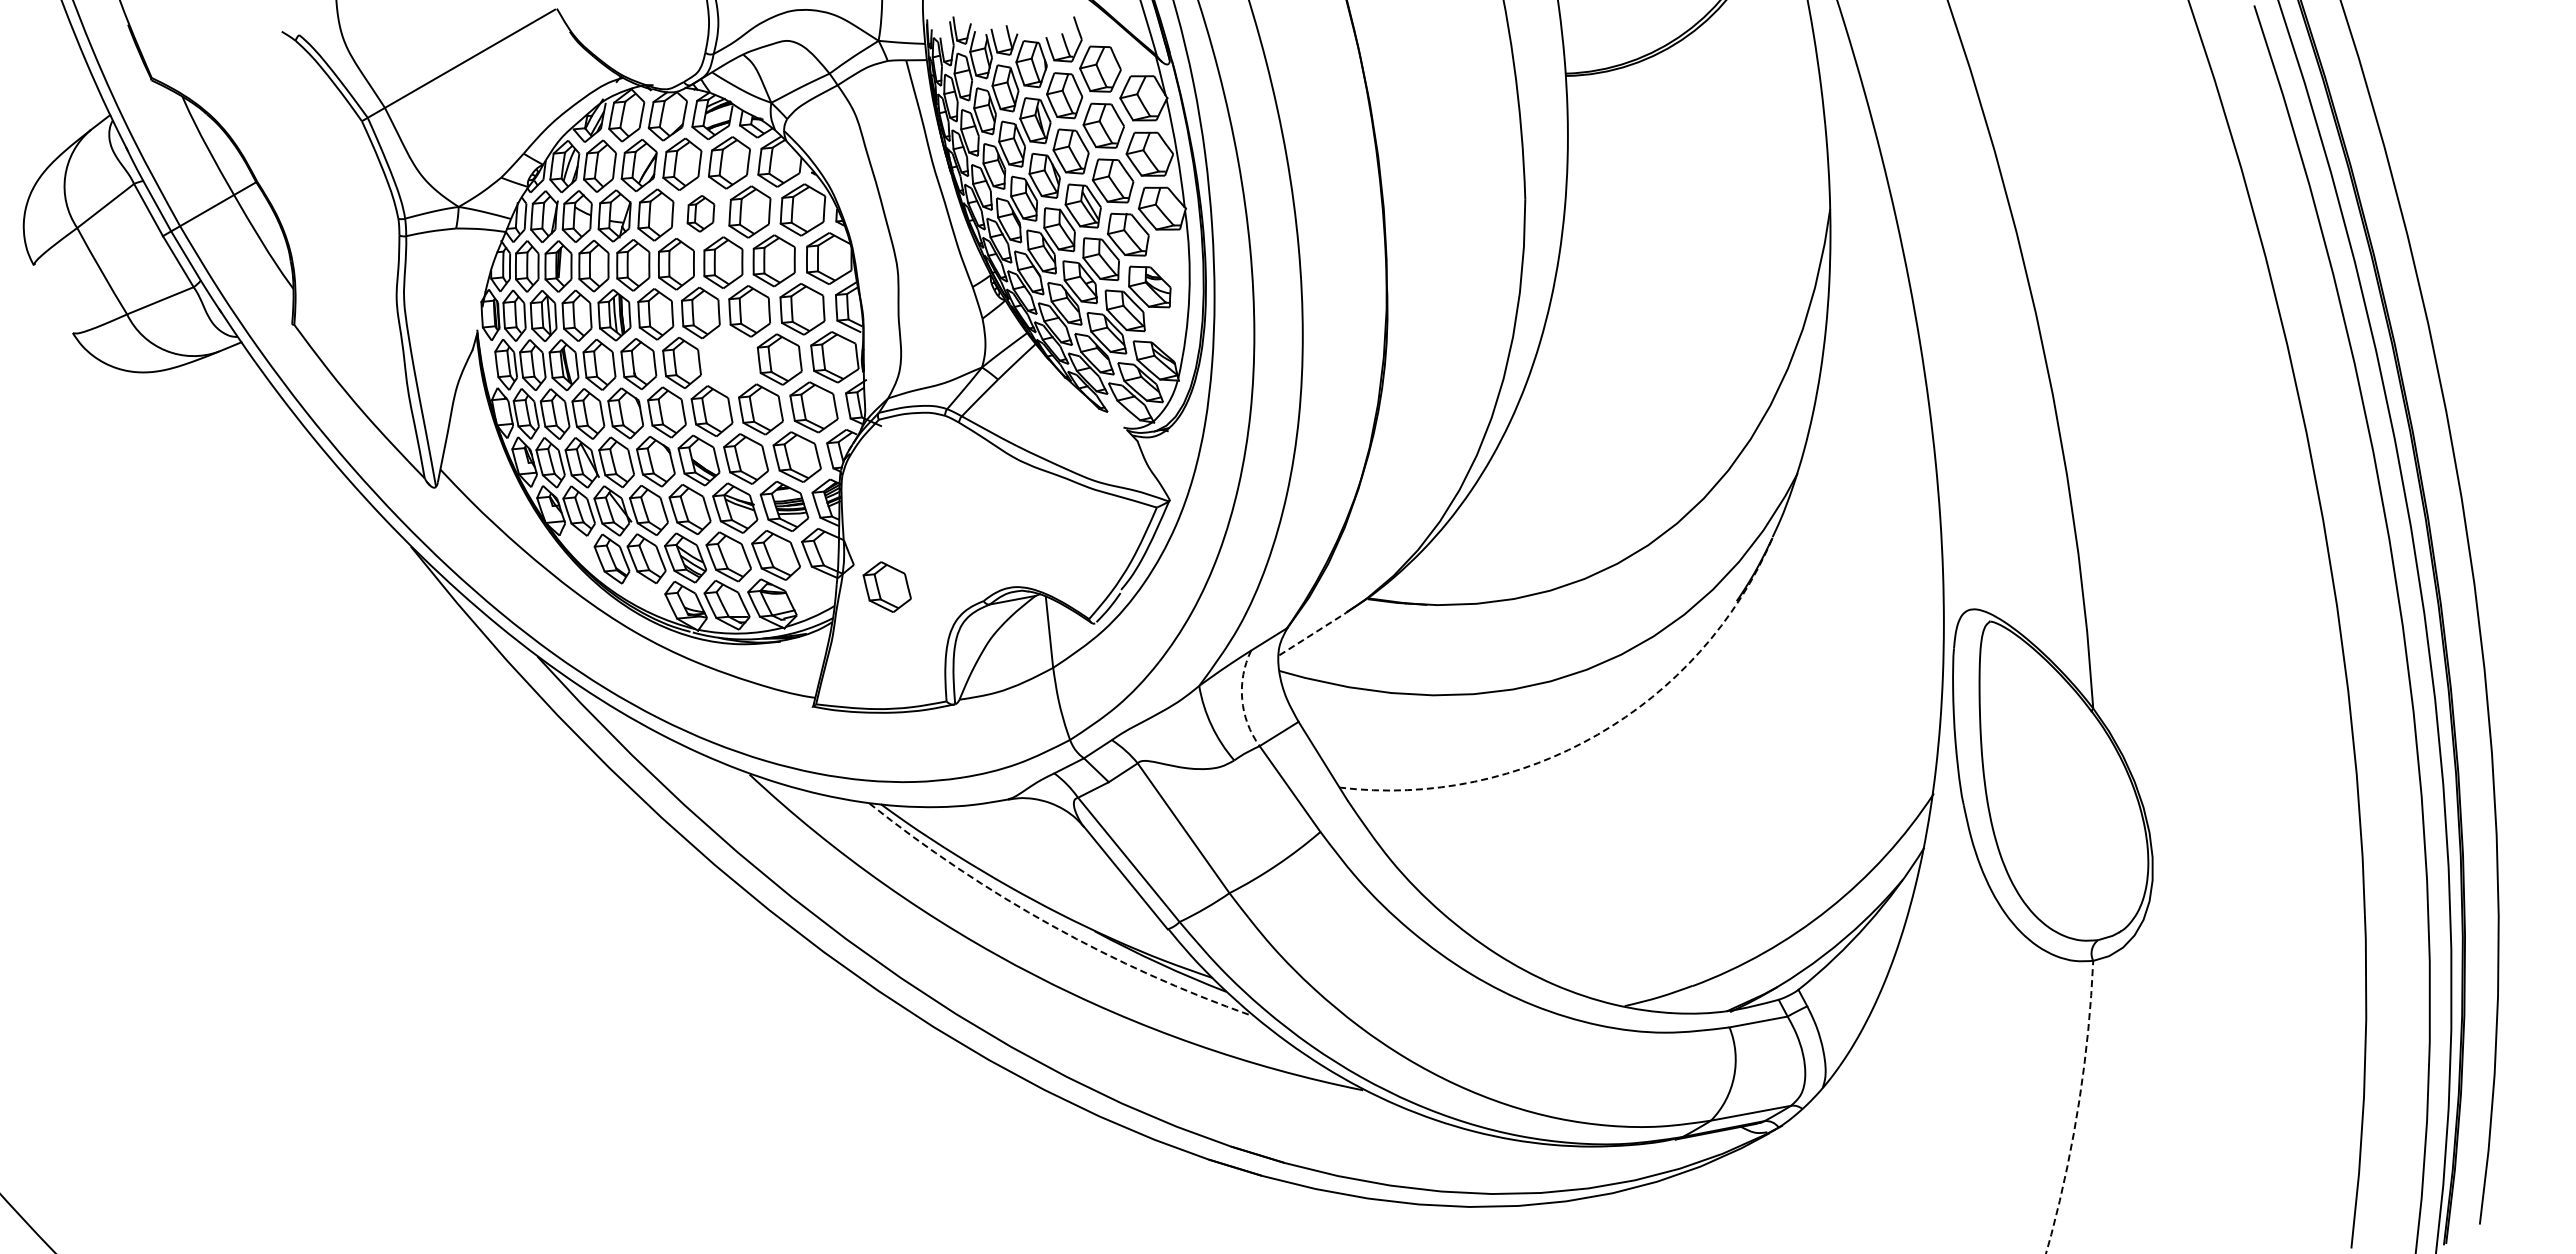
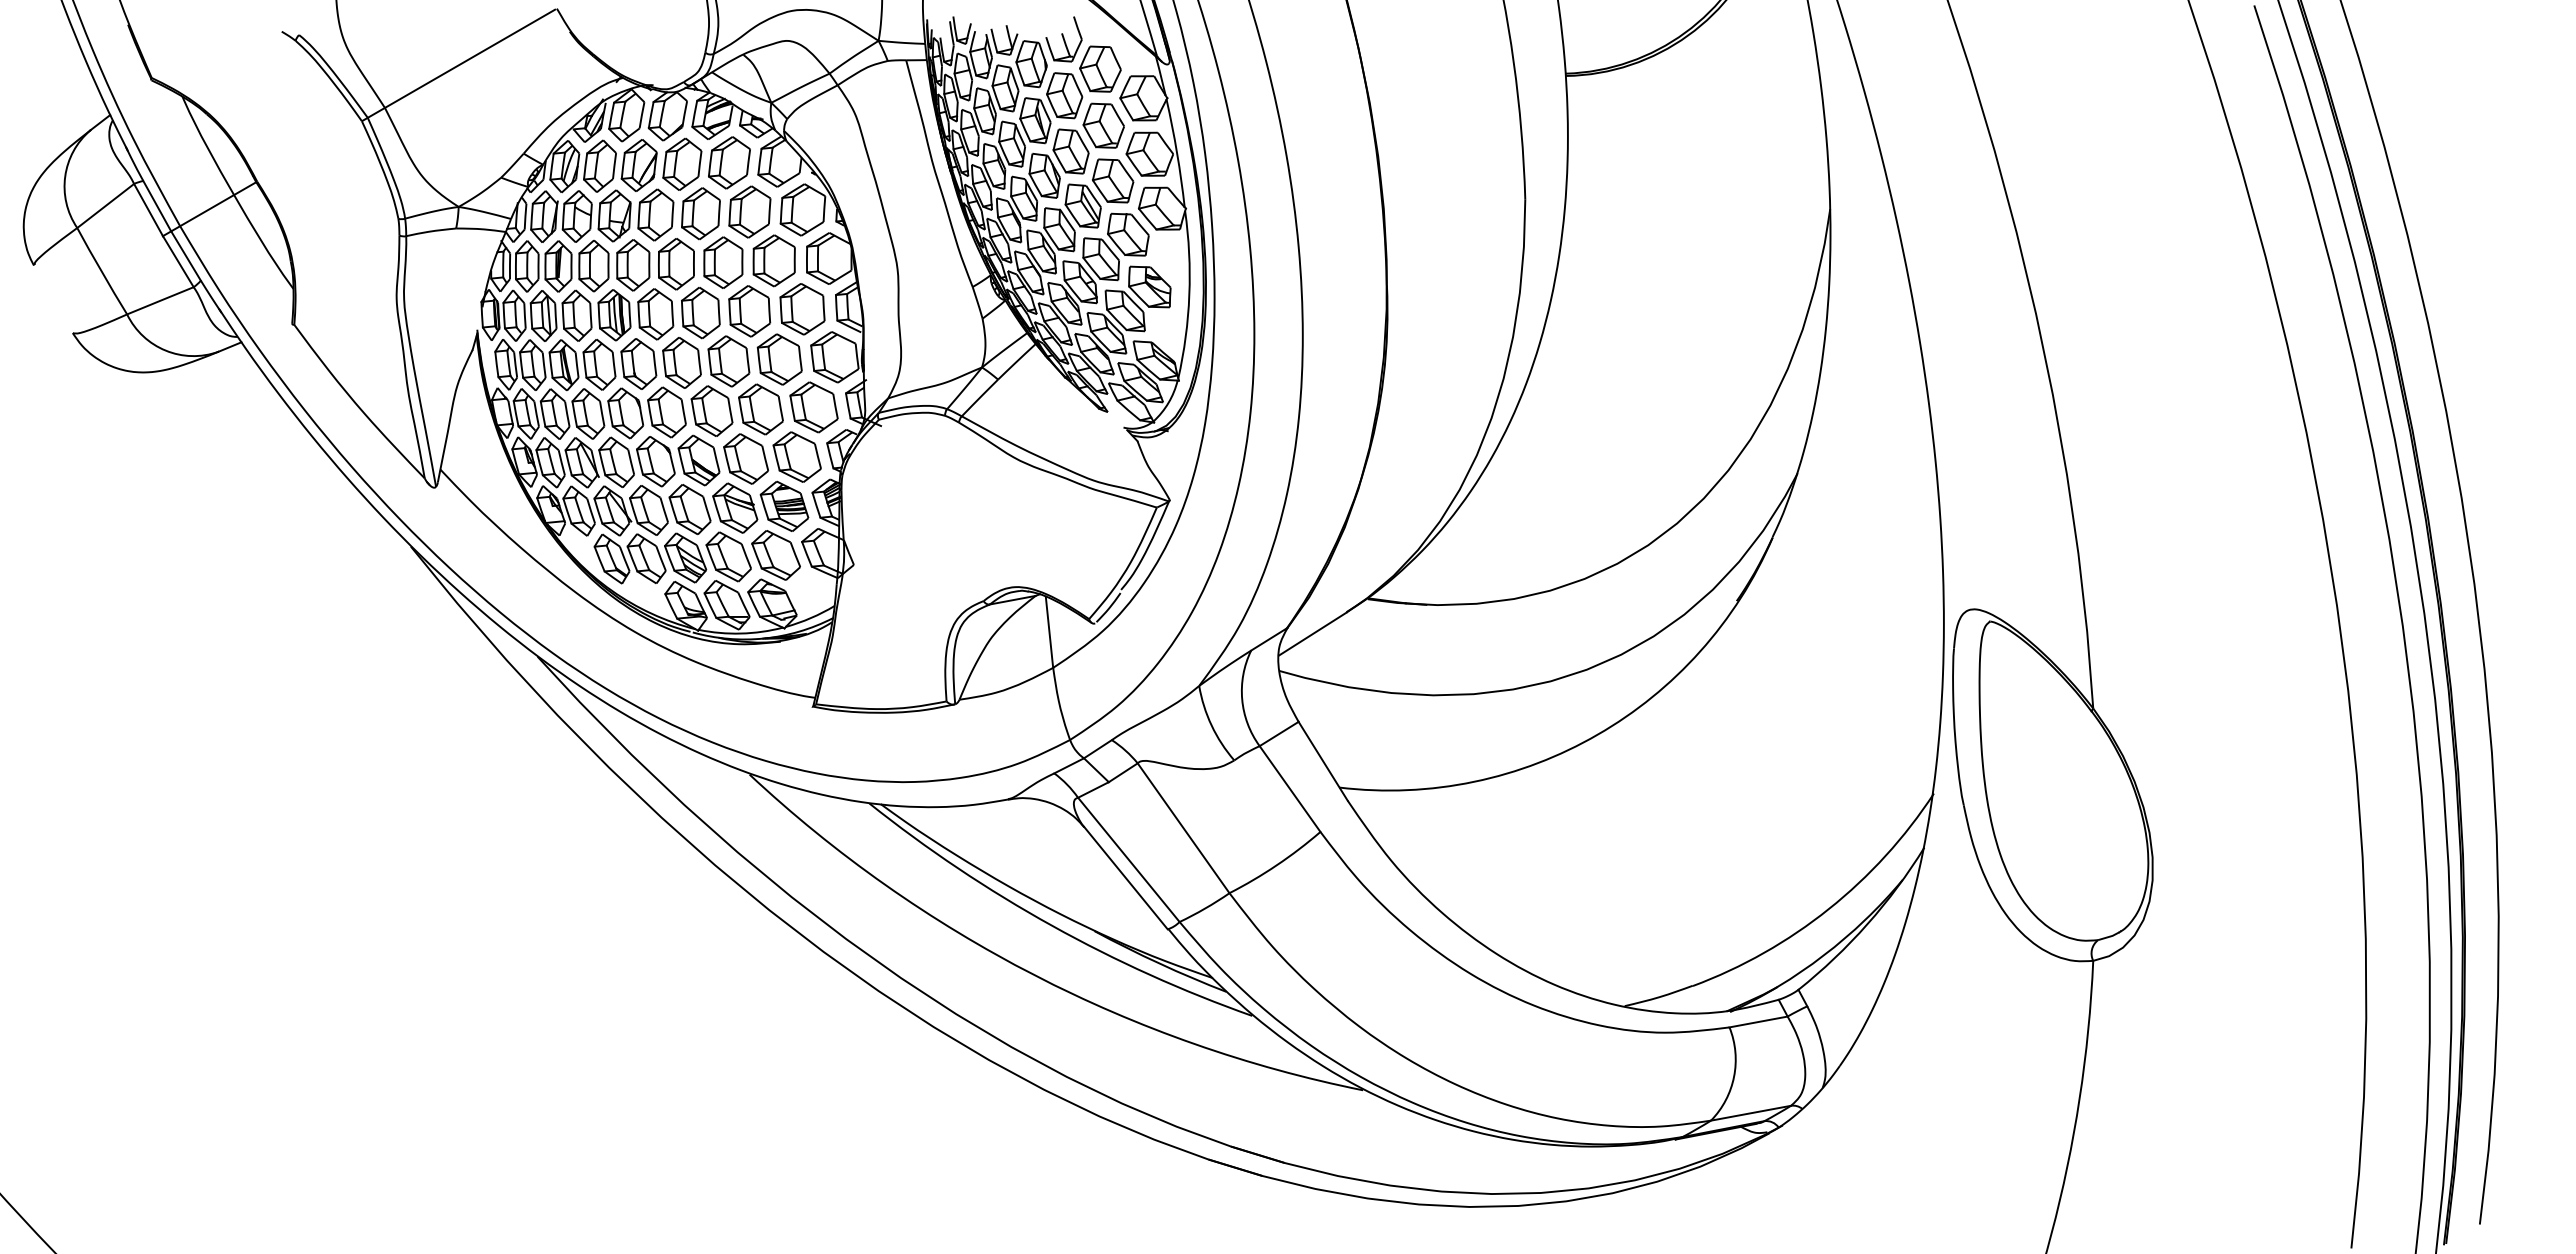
part at (700, 213) size: 30x38 px -> 40x54 px
part at (728, 361): none -> present
part at (886, 586): present -> none
line at (1312, 634): dashed -> solid
arc at (1242, 699): dashed -> solid
arc at (1597, 734): dashed -> solid
arc at (1052, 925): dashed -> solid
arc at (2077, 1108): dashed -> solid
